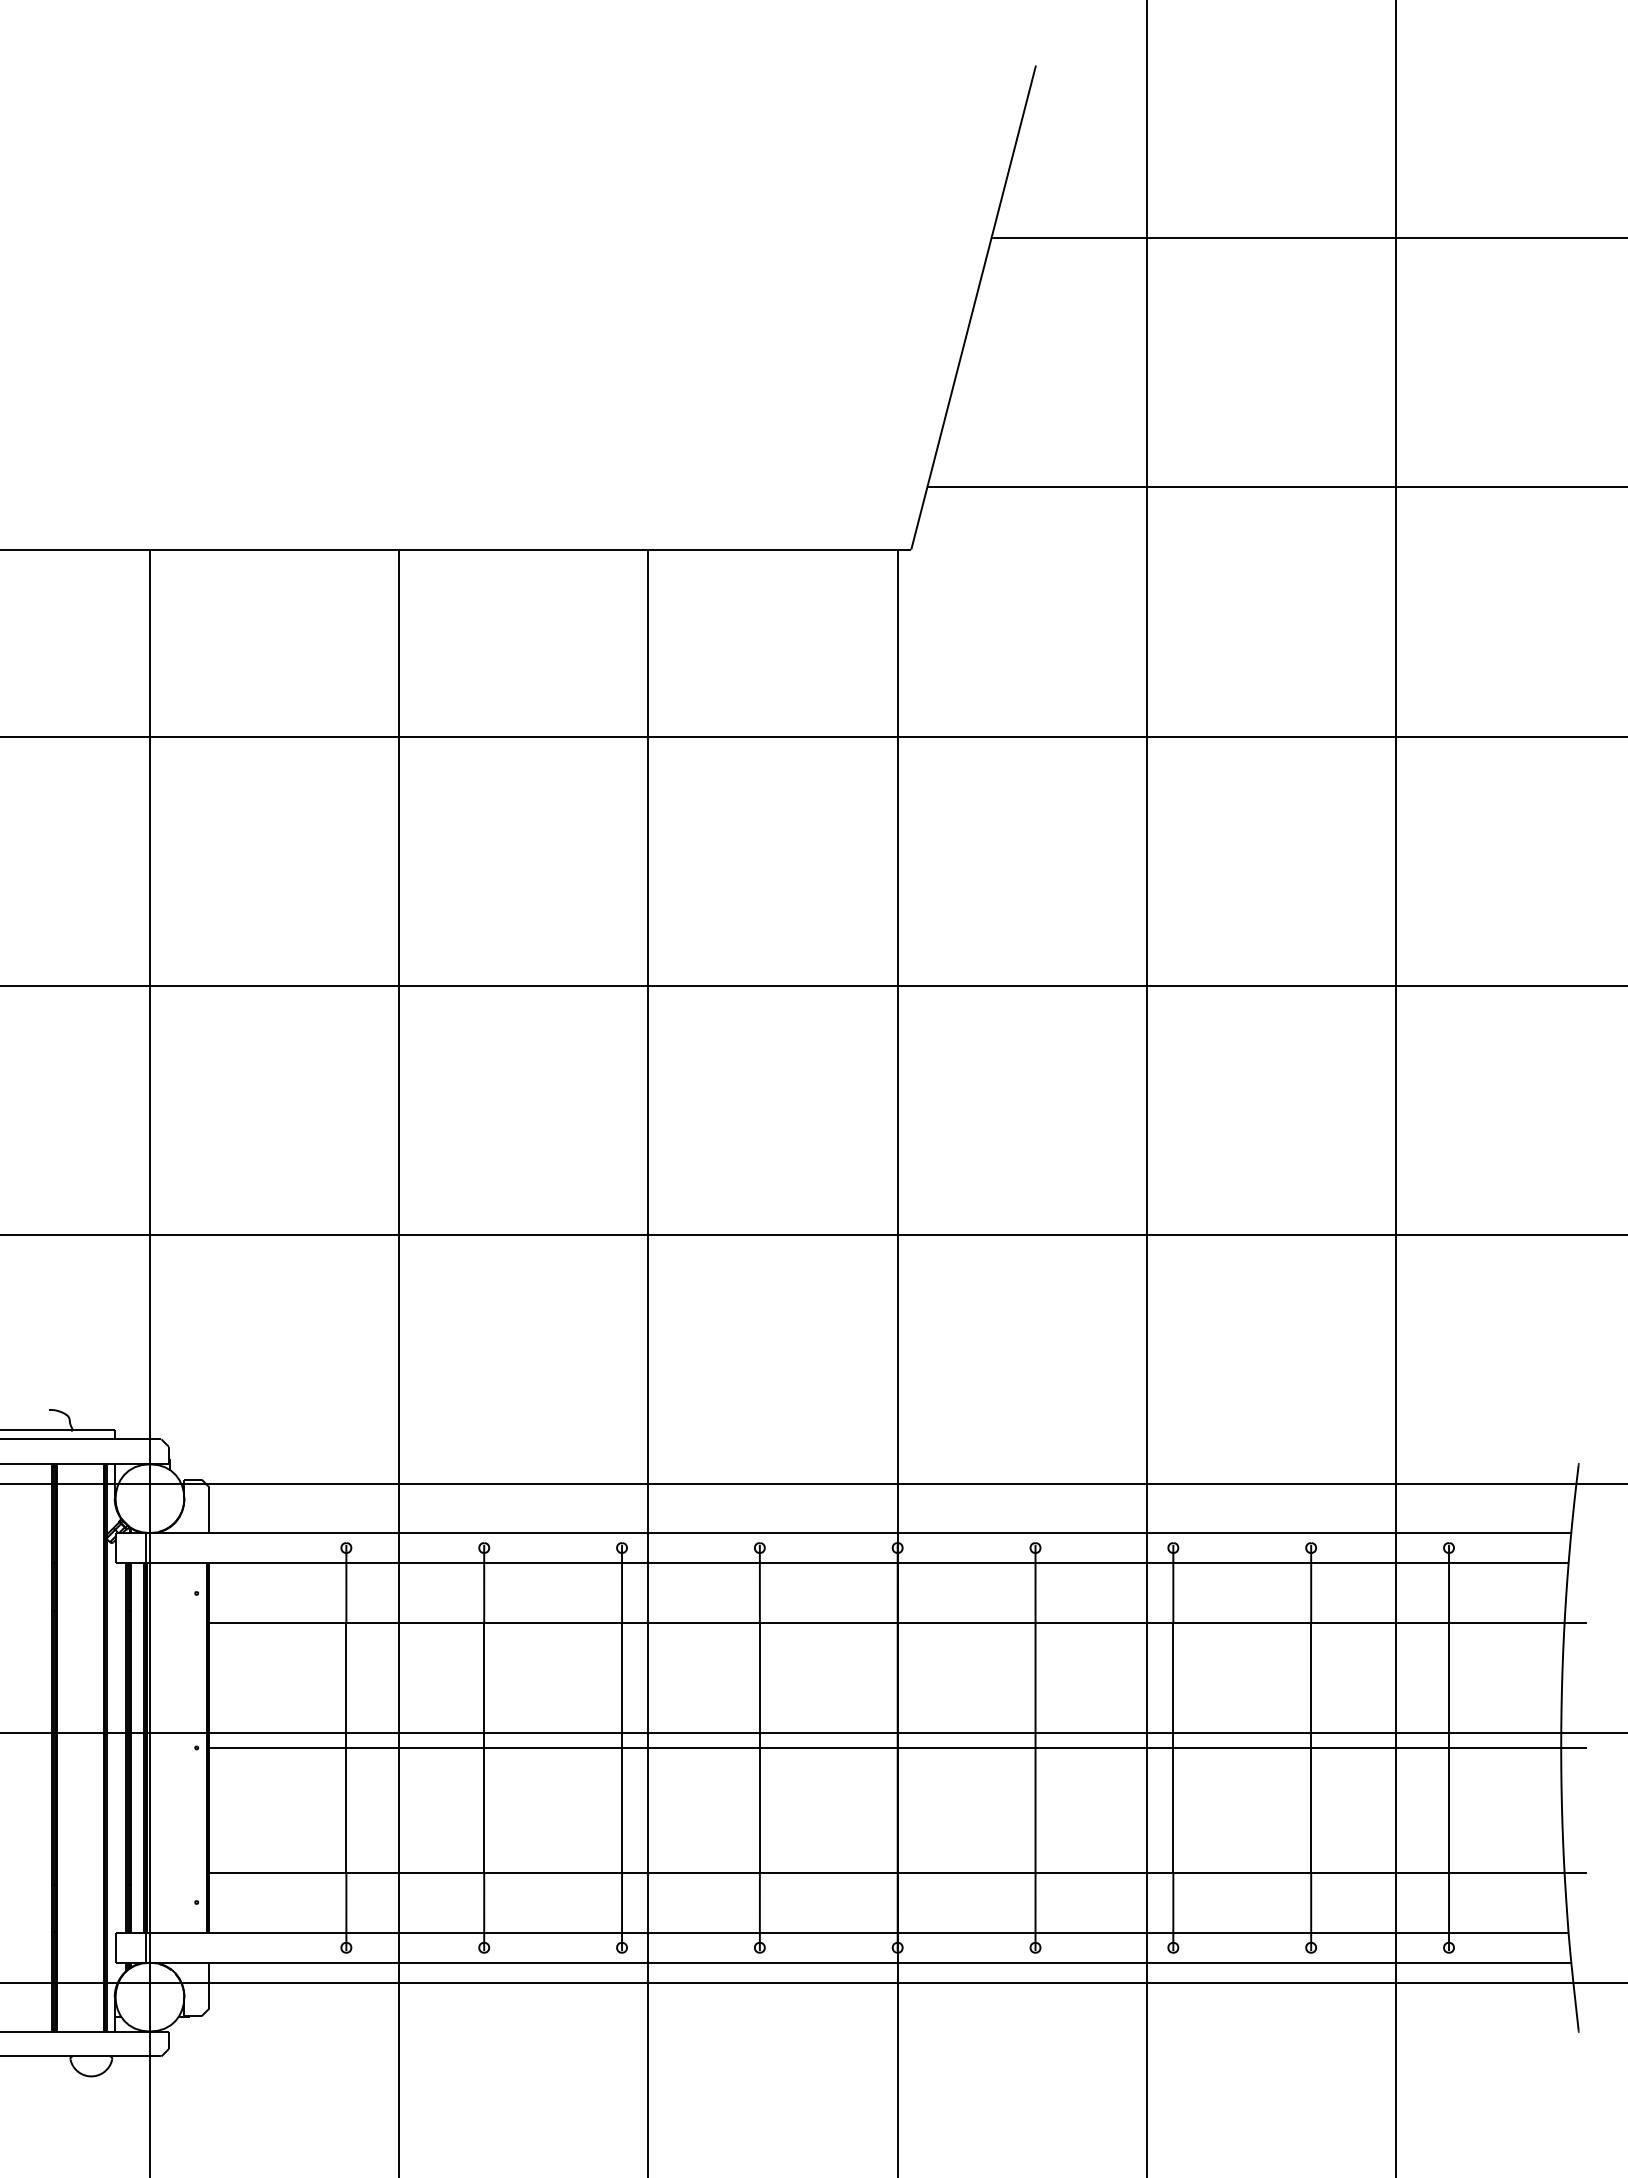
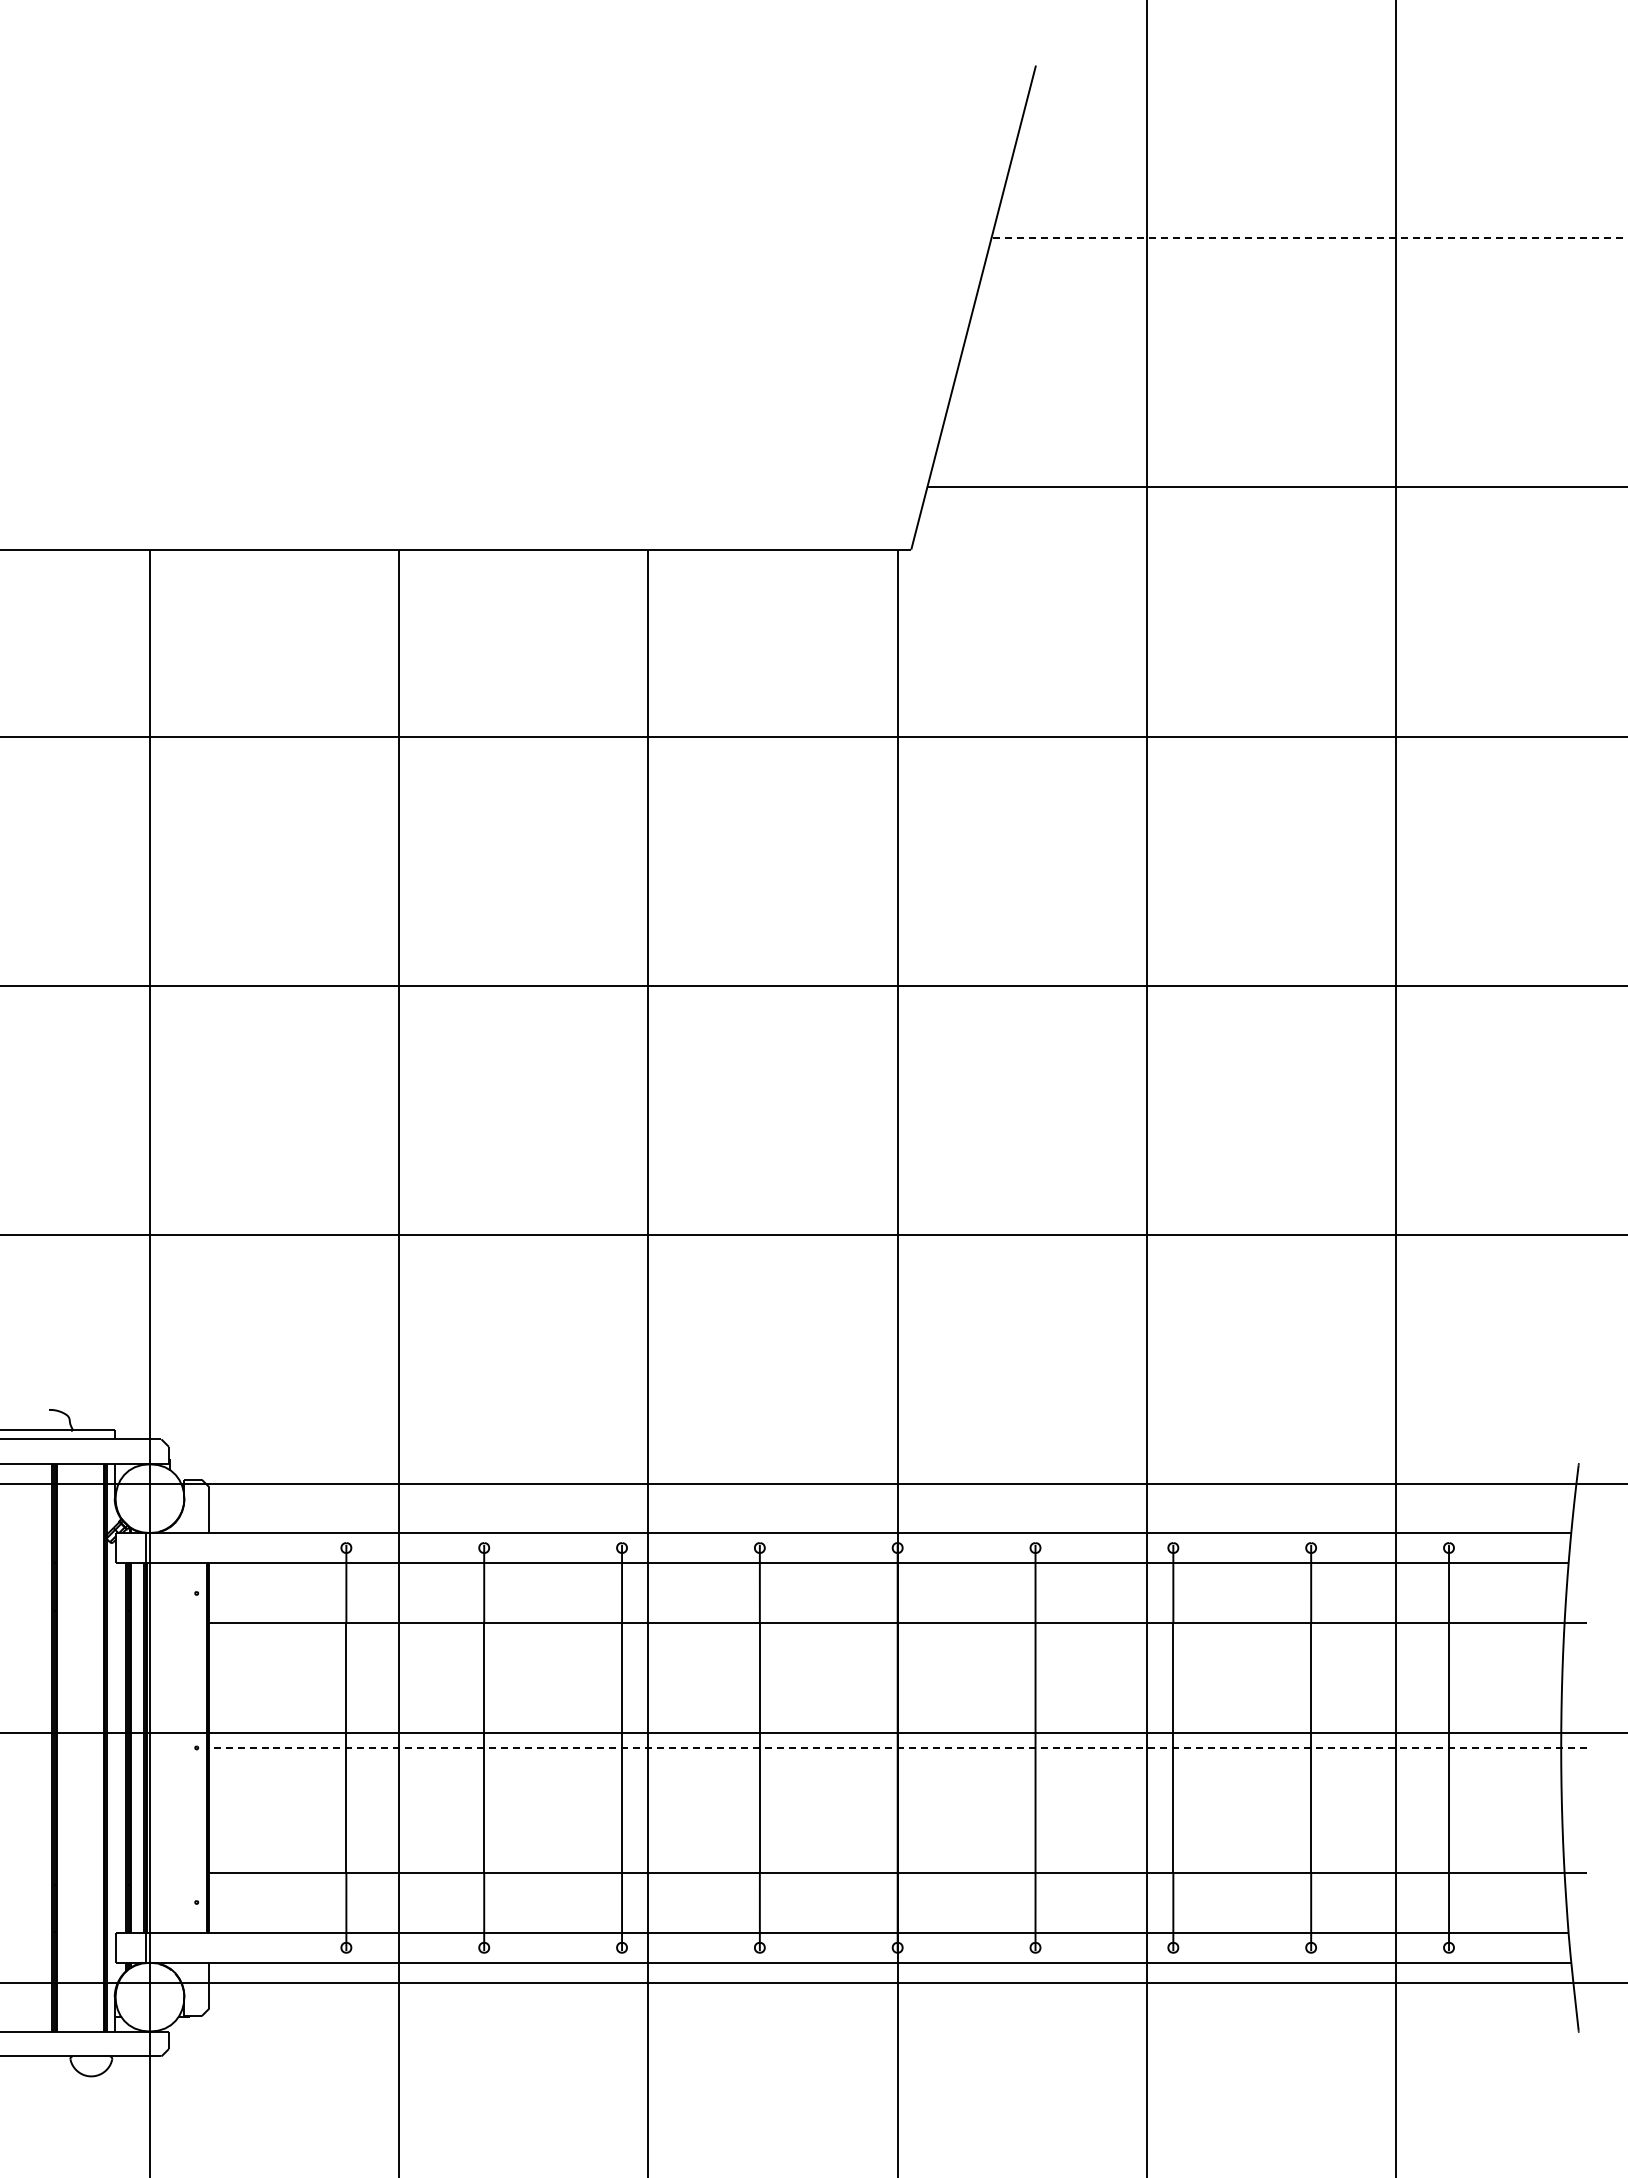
line at (1309, 238): solid -> dashed
line at (897, 1747): solid -> dashed
